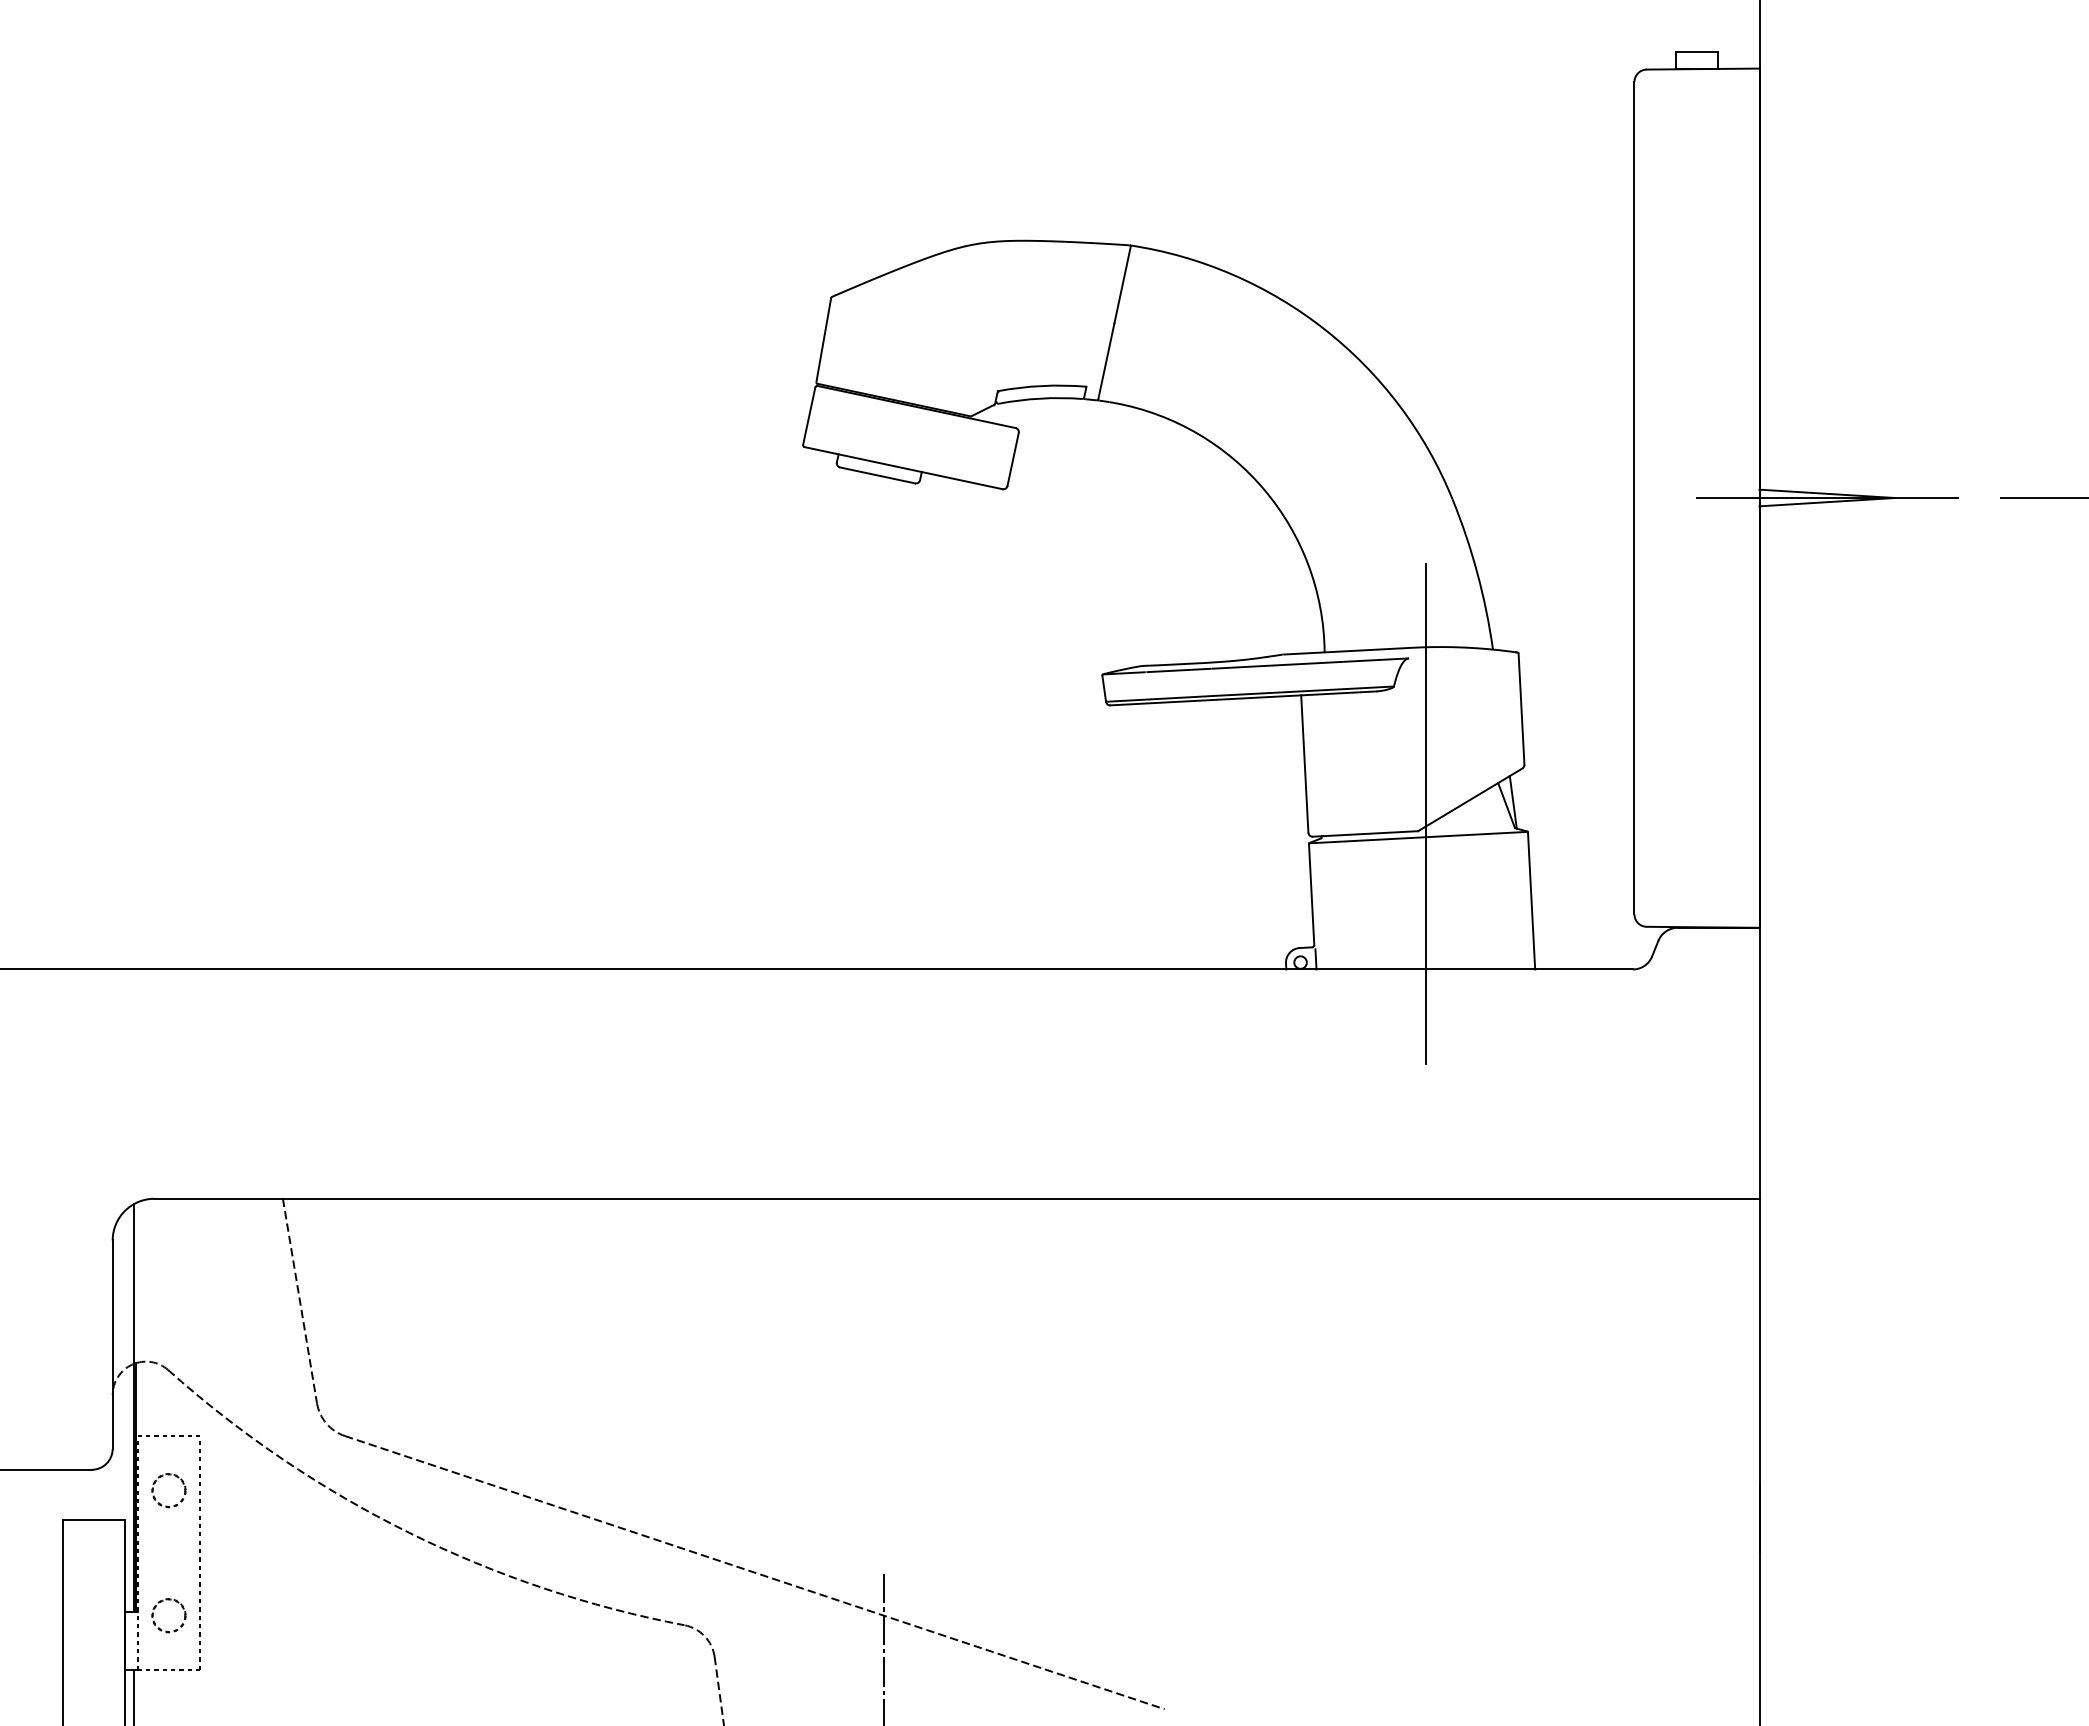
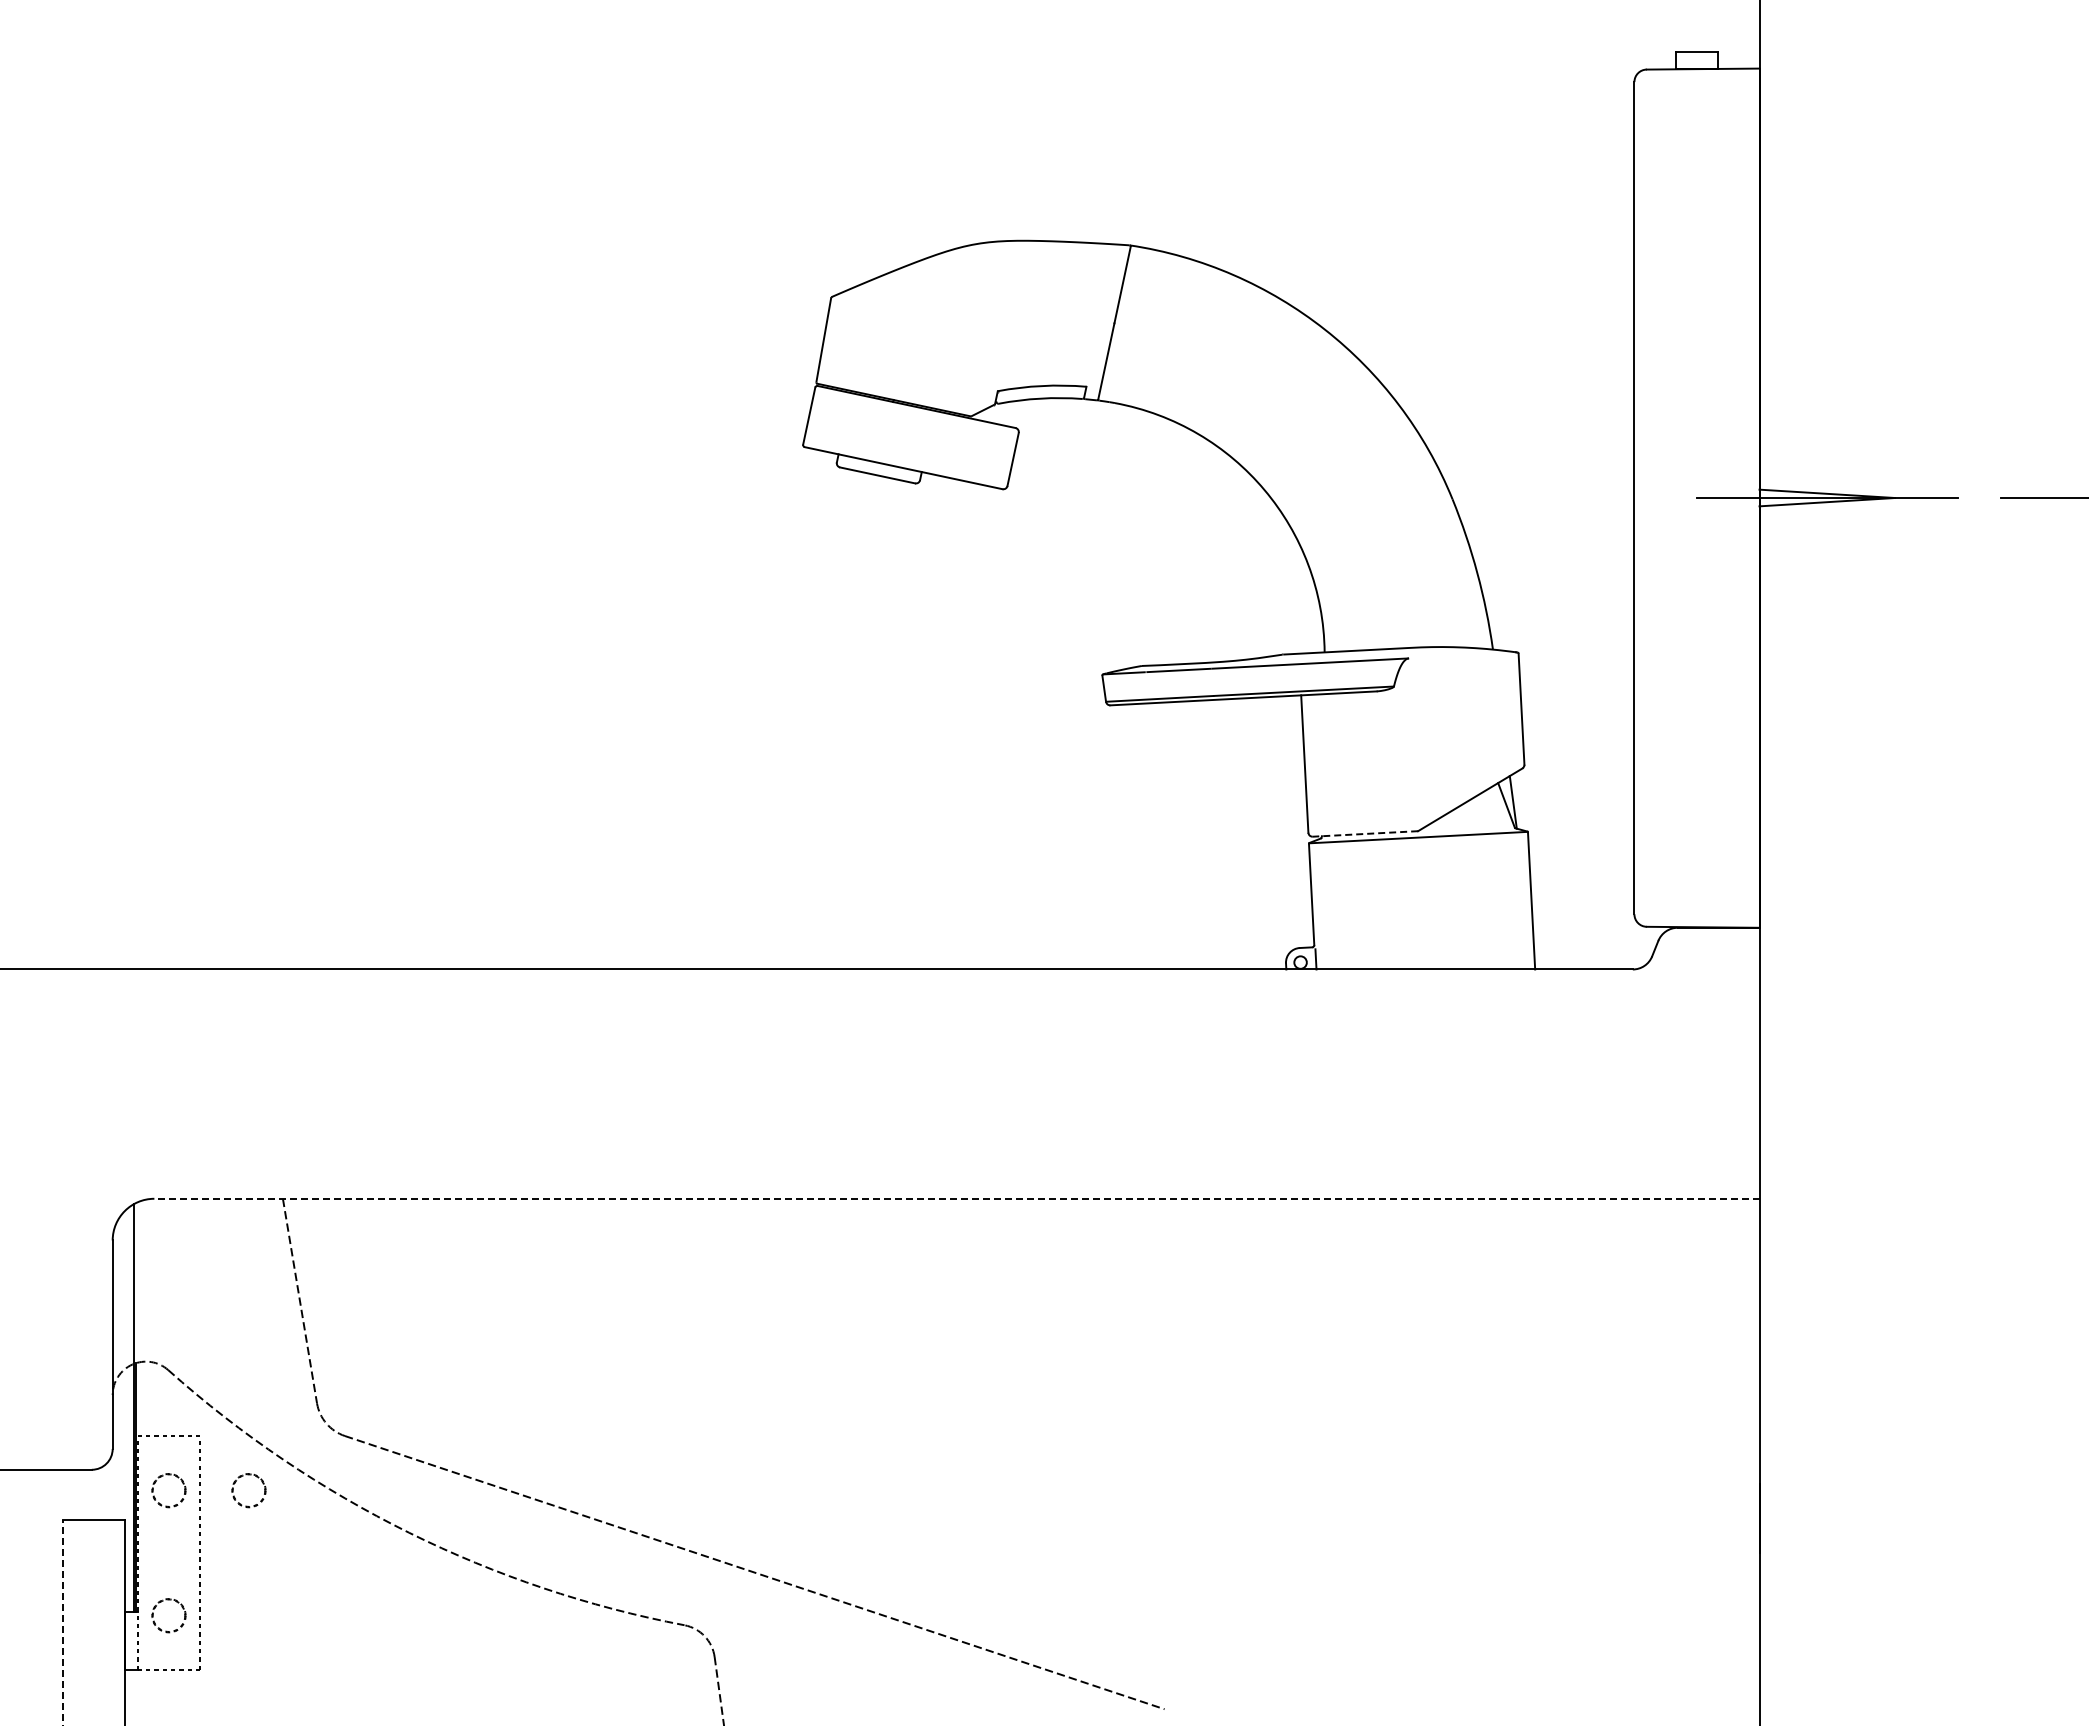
line at (1425, 814): present -> none
line at (1365, 833): solid -> dashed
line at (956, 1198): solid -> dashed
circle at (248, 1490): none -> present
line at (62, 1622): solid -> dashed
line at (883, 1648): present -> none
line at (133, 1695): present -> none
